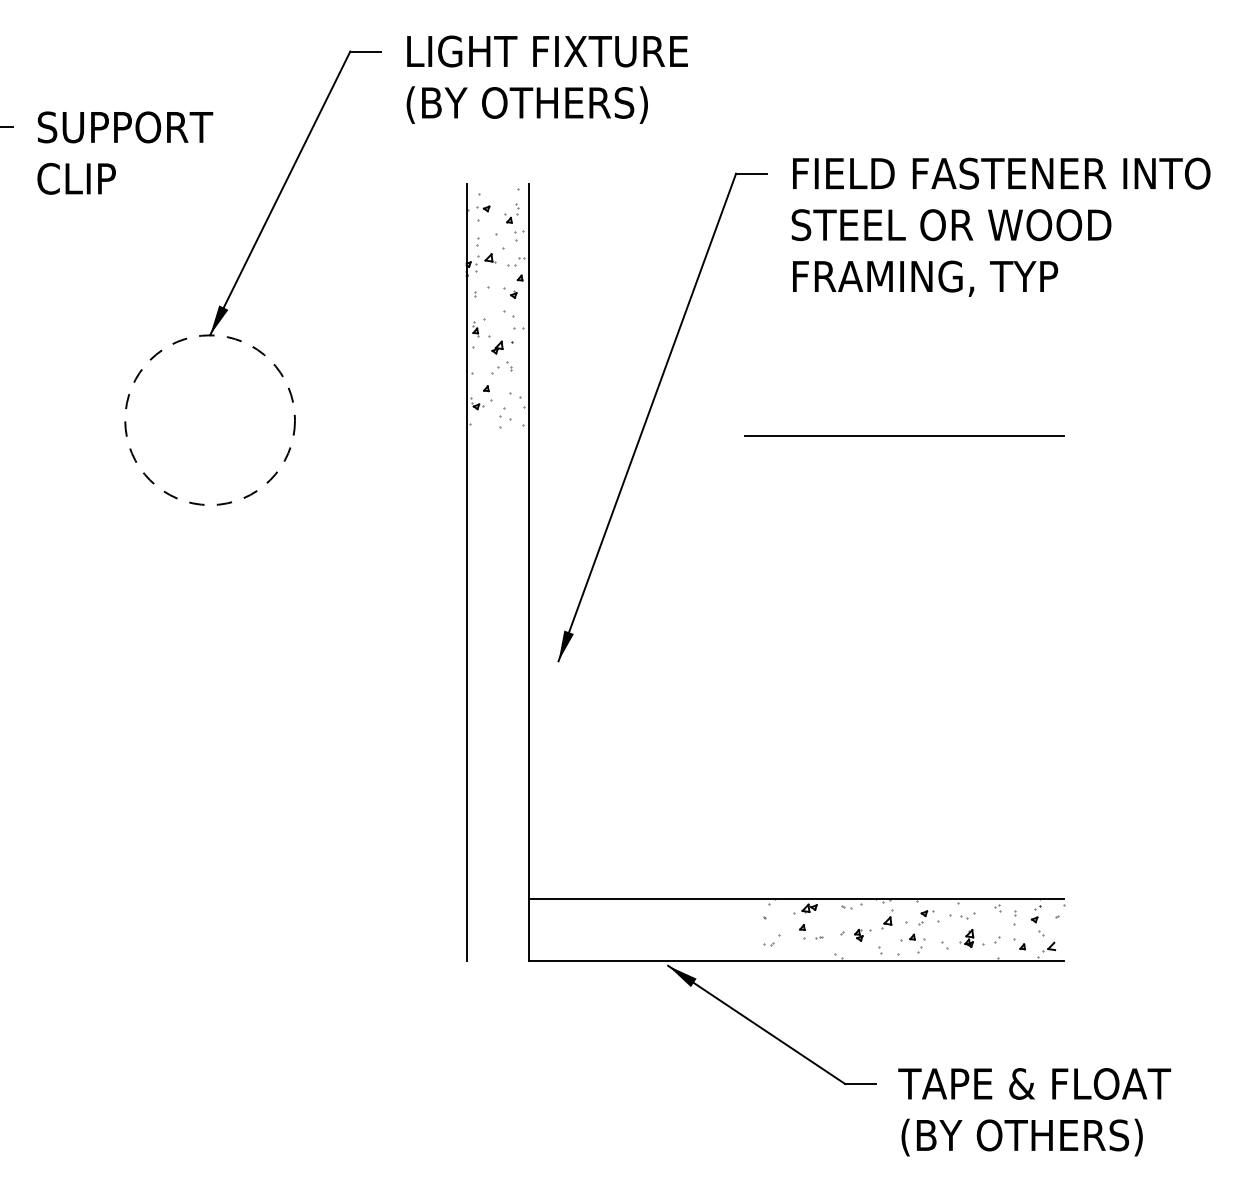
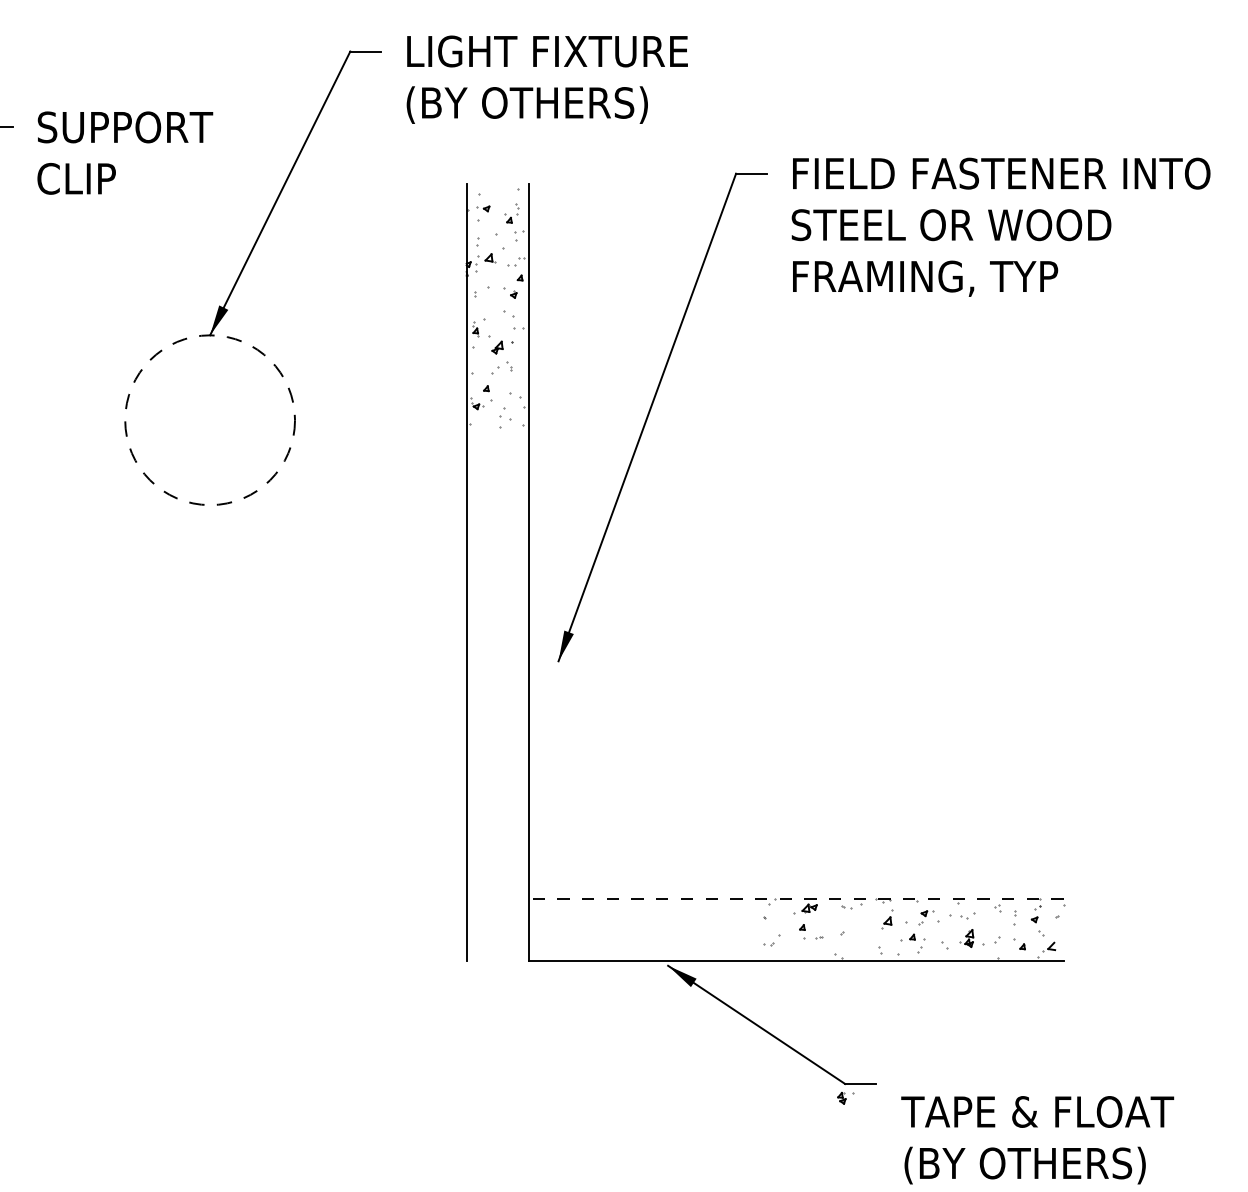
line at (903, 435): present -> none
line at (796, 898): solid -> dashed
part at (862, 935) position: (862, 935) -> (845, 1098)
text at (1034, 1112) position: (1034, 1112) -> (1037, 1140)
